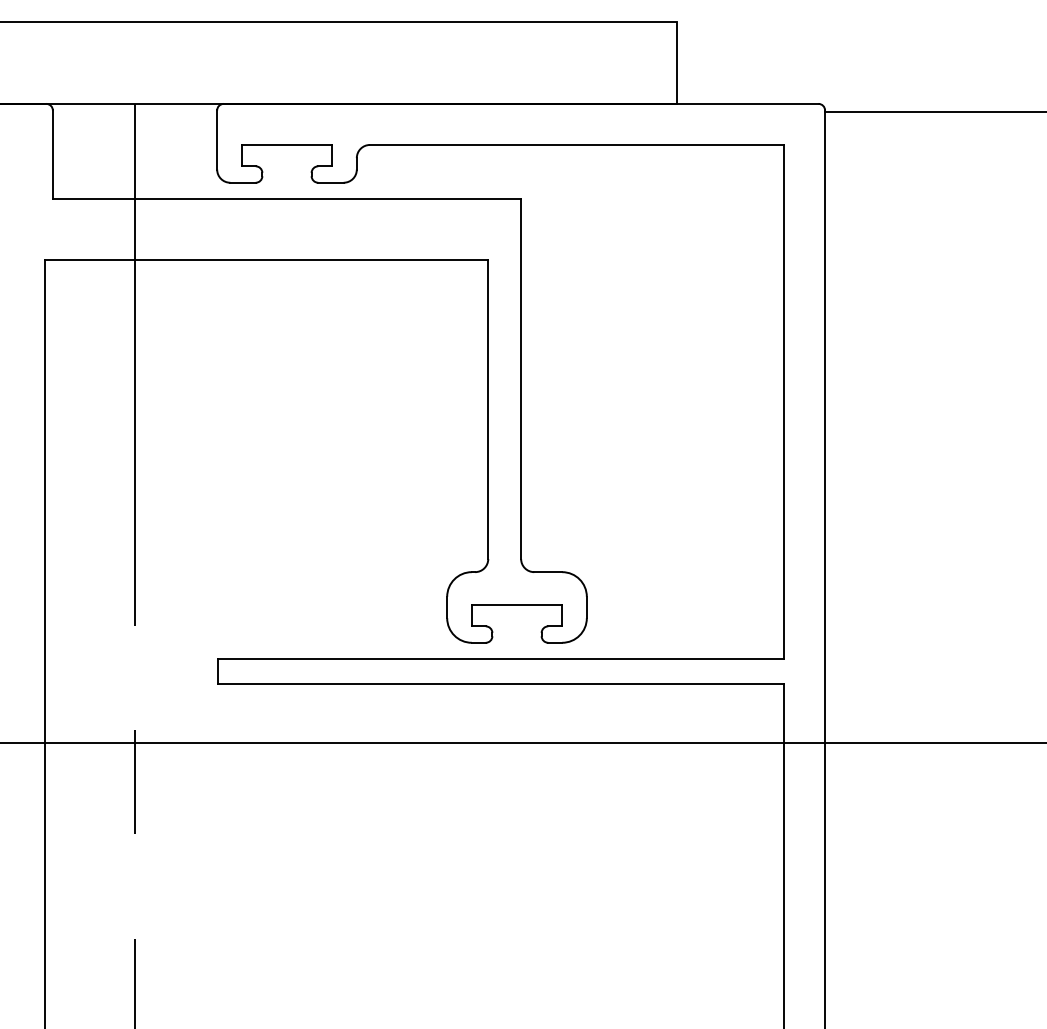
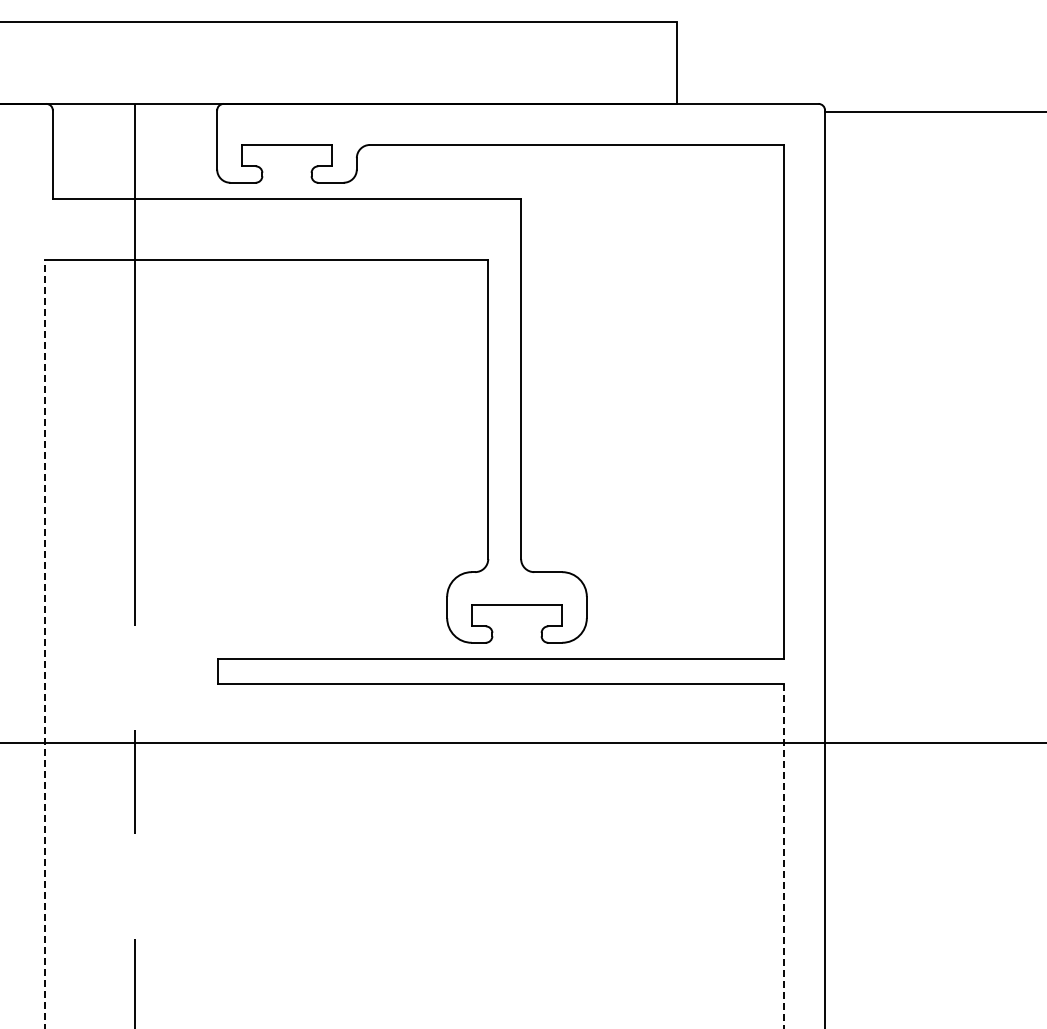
line at (44, 643): solid -> dashed
line at (784, 856): solid -> dashed
